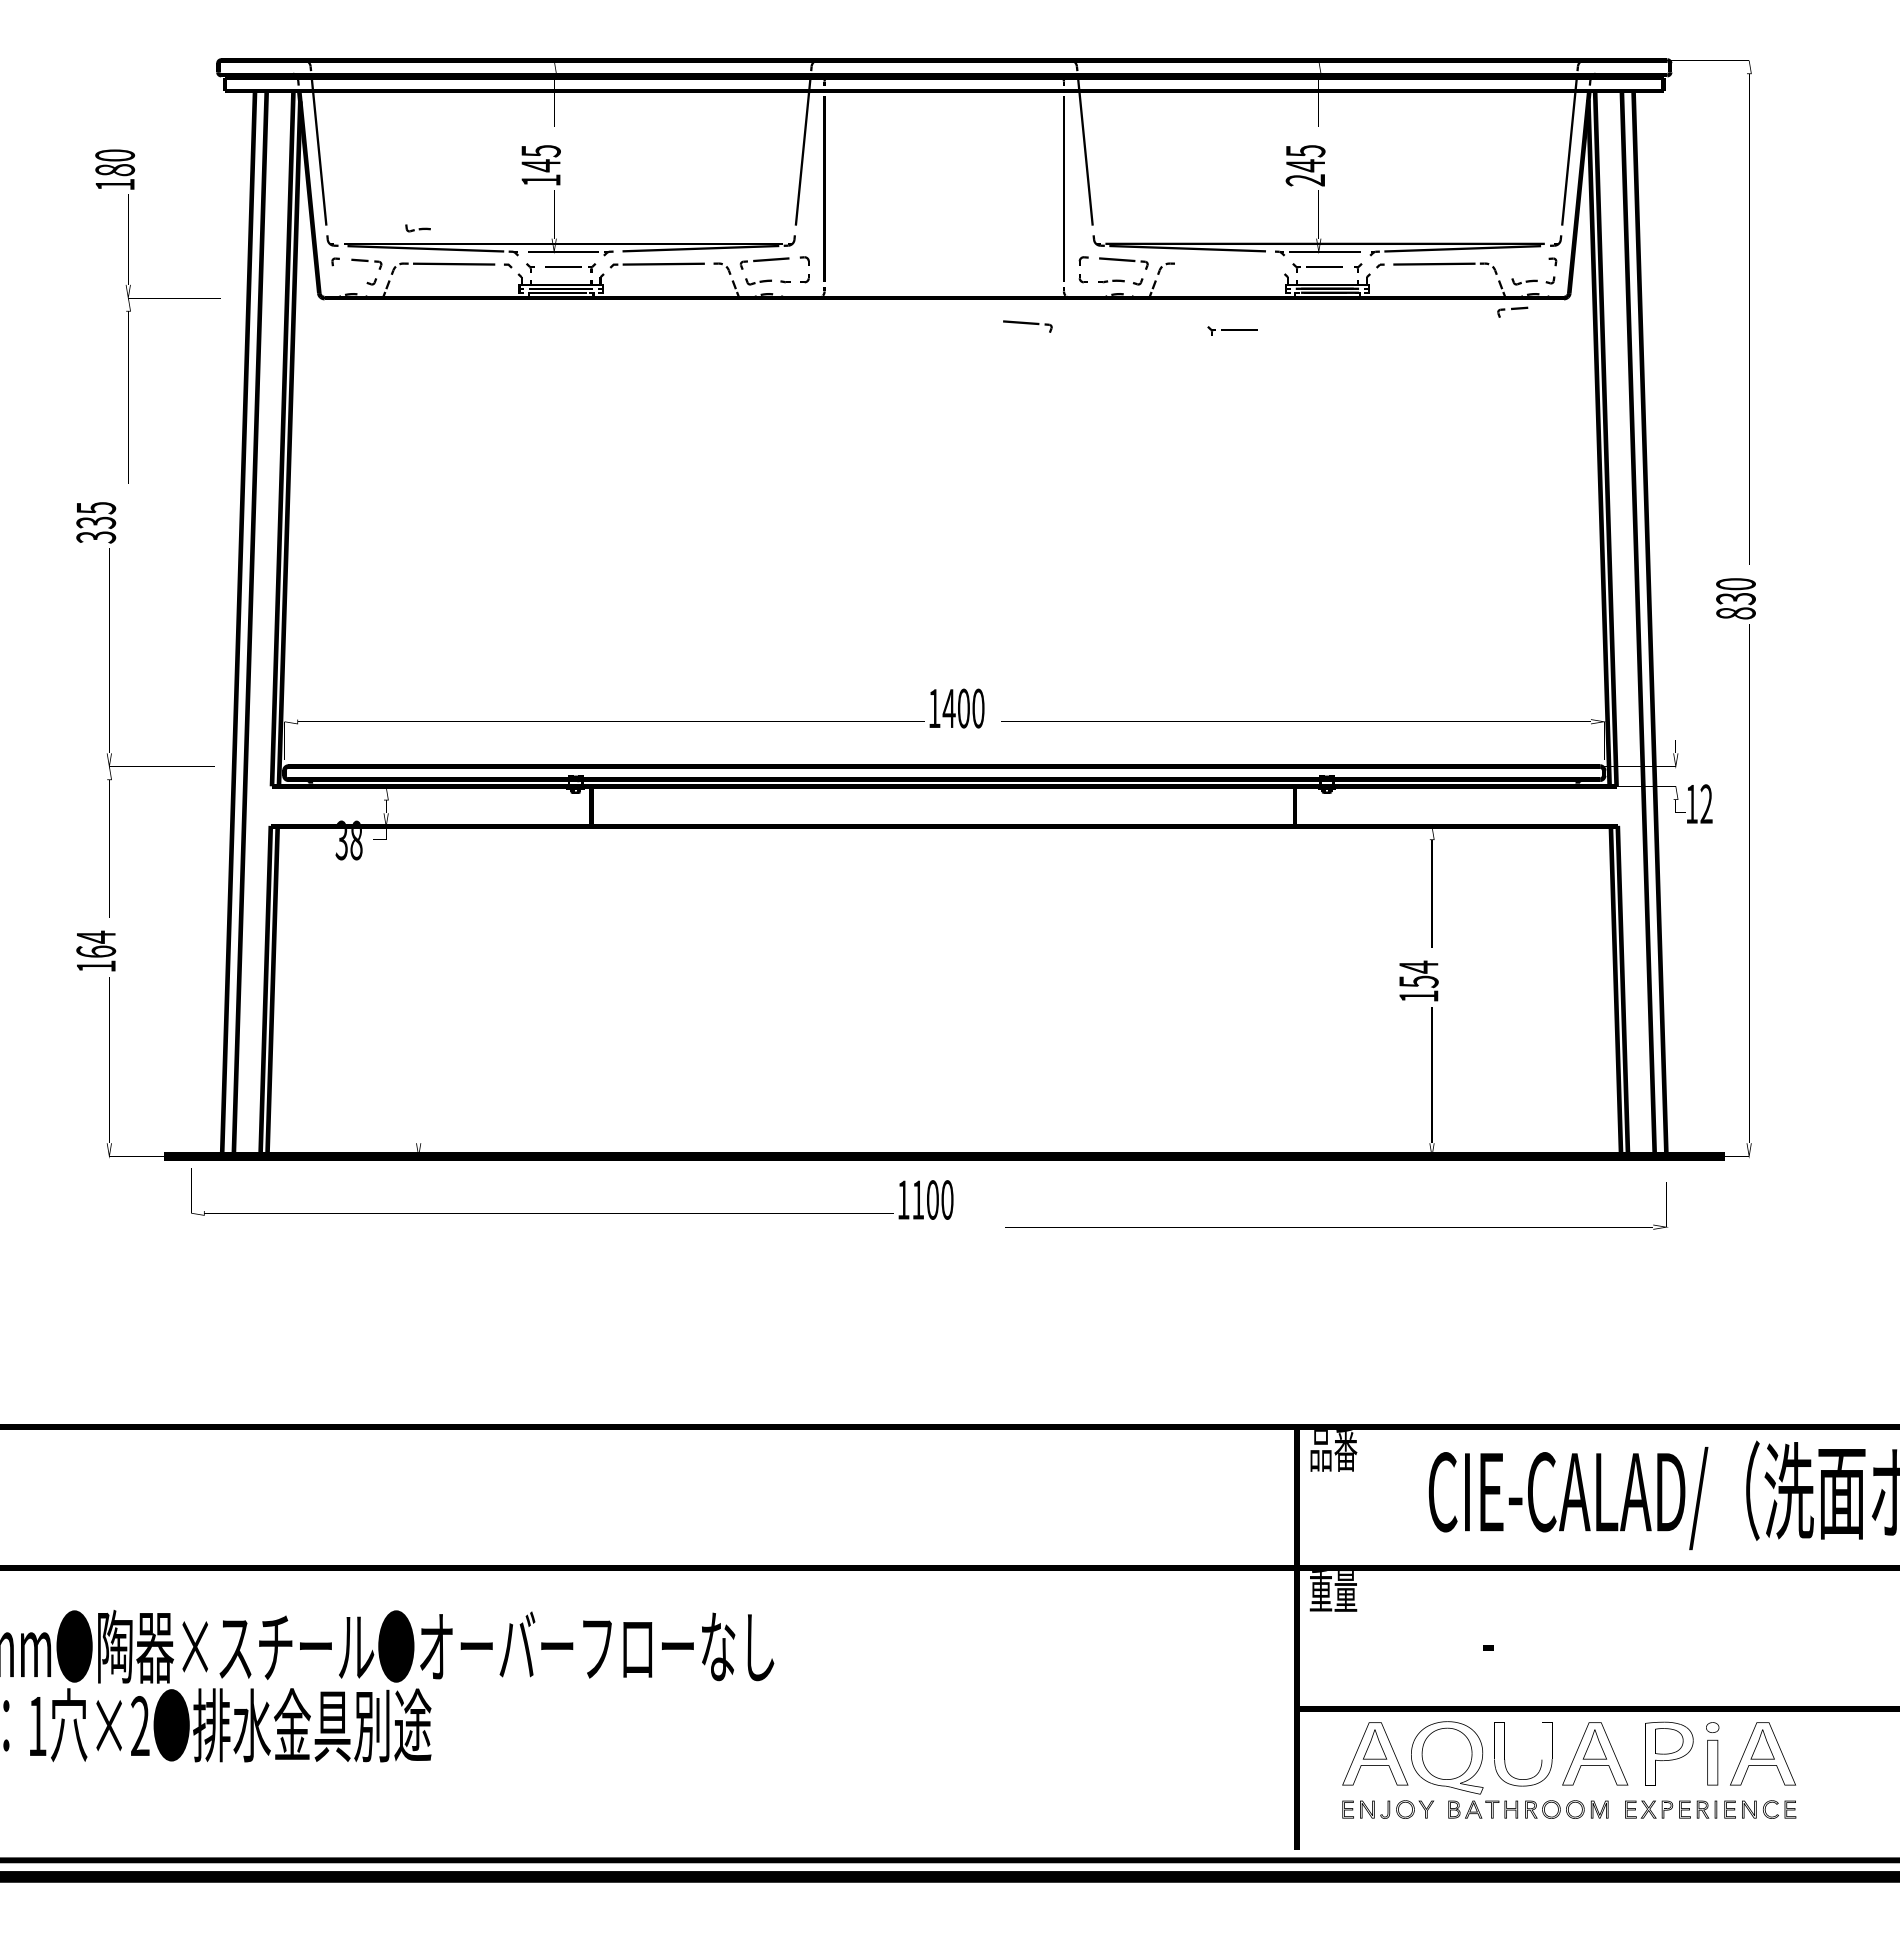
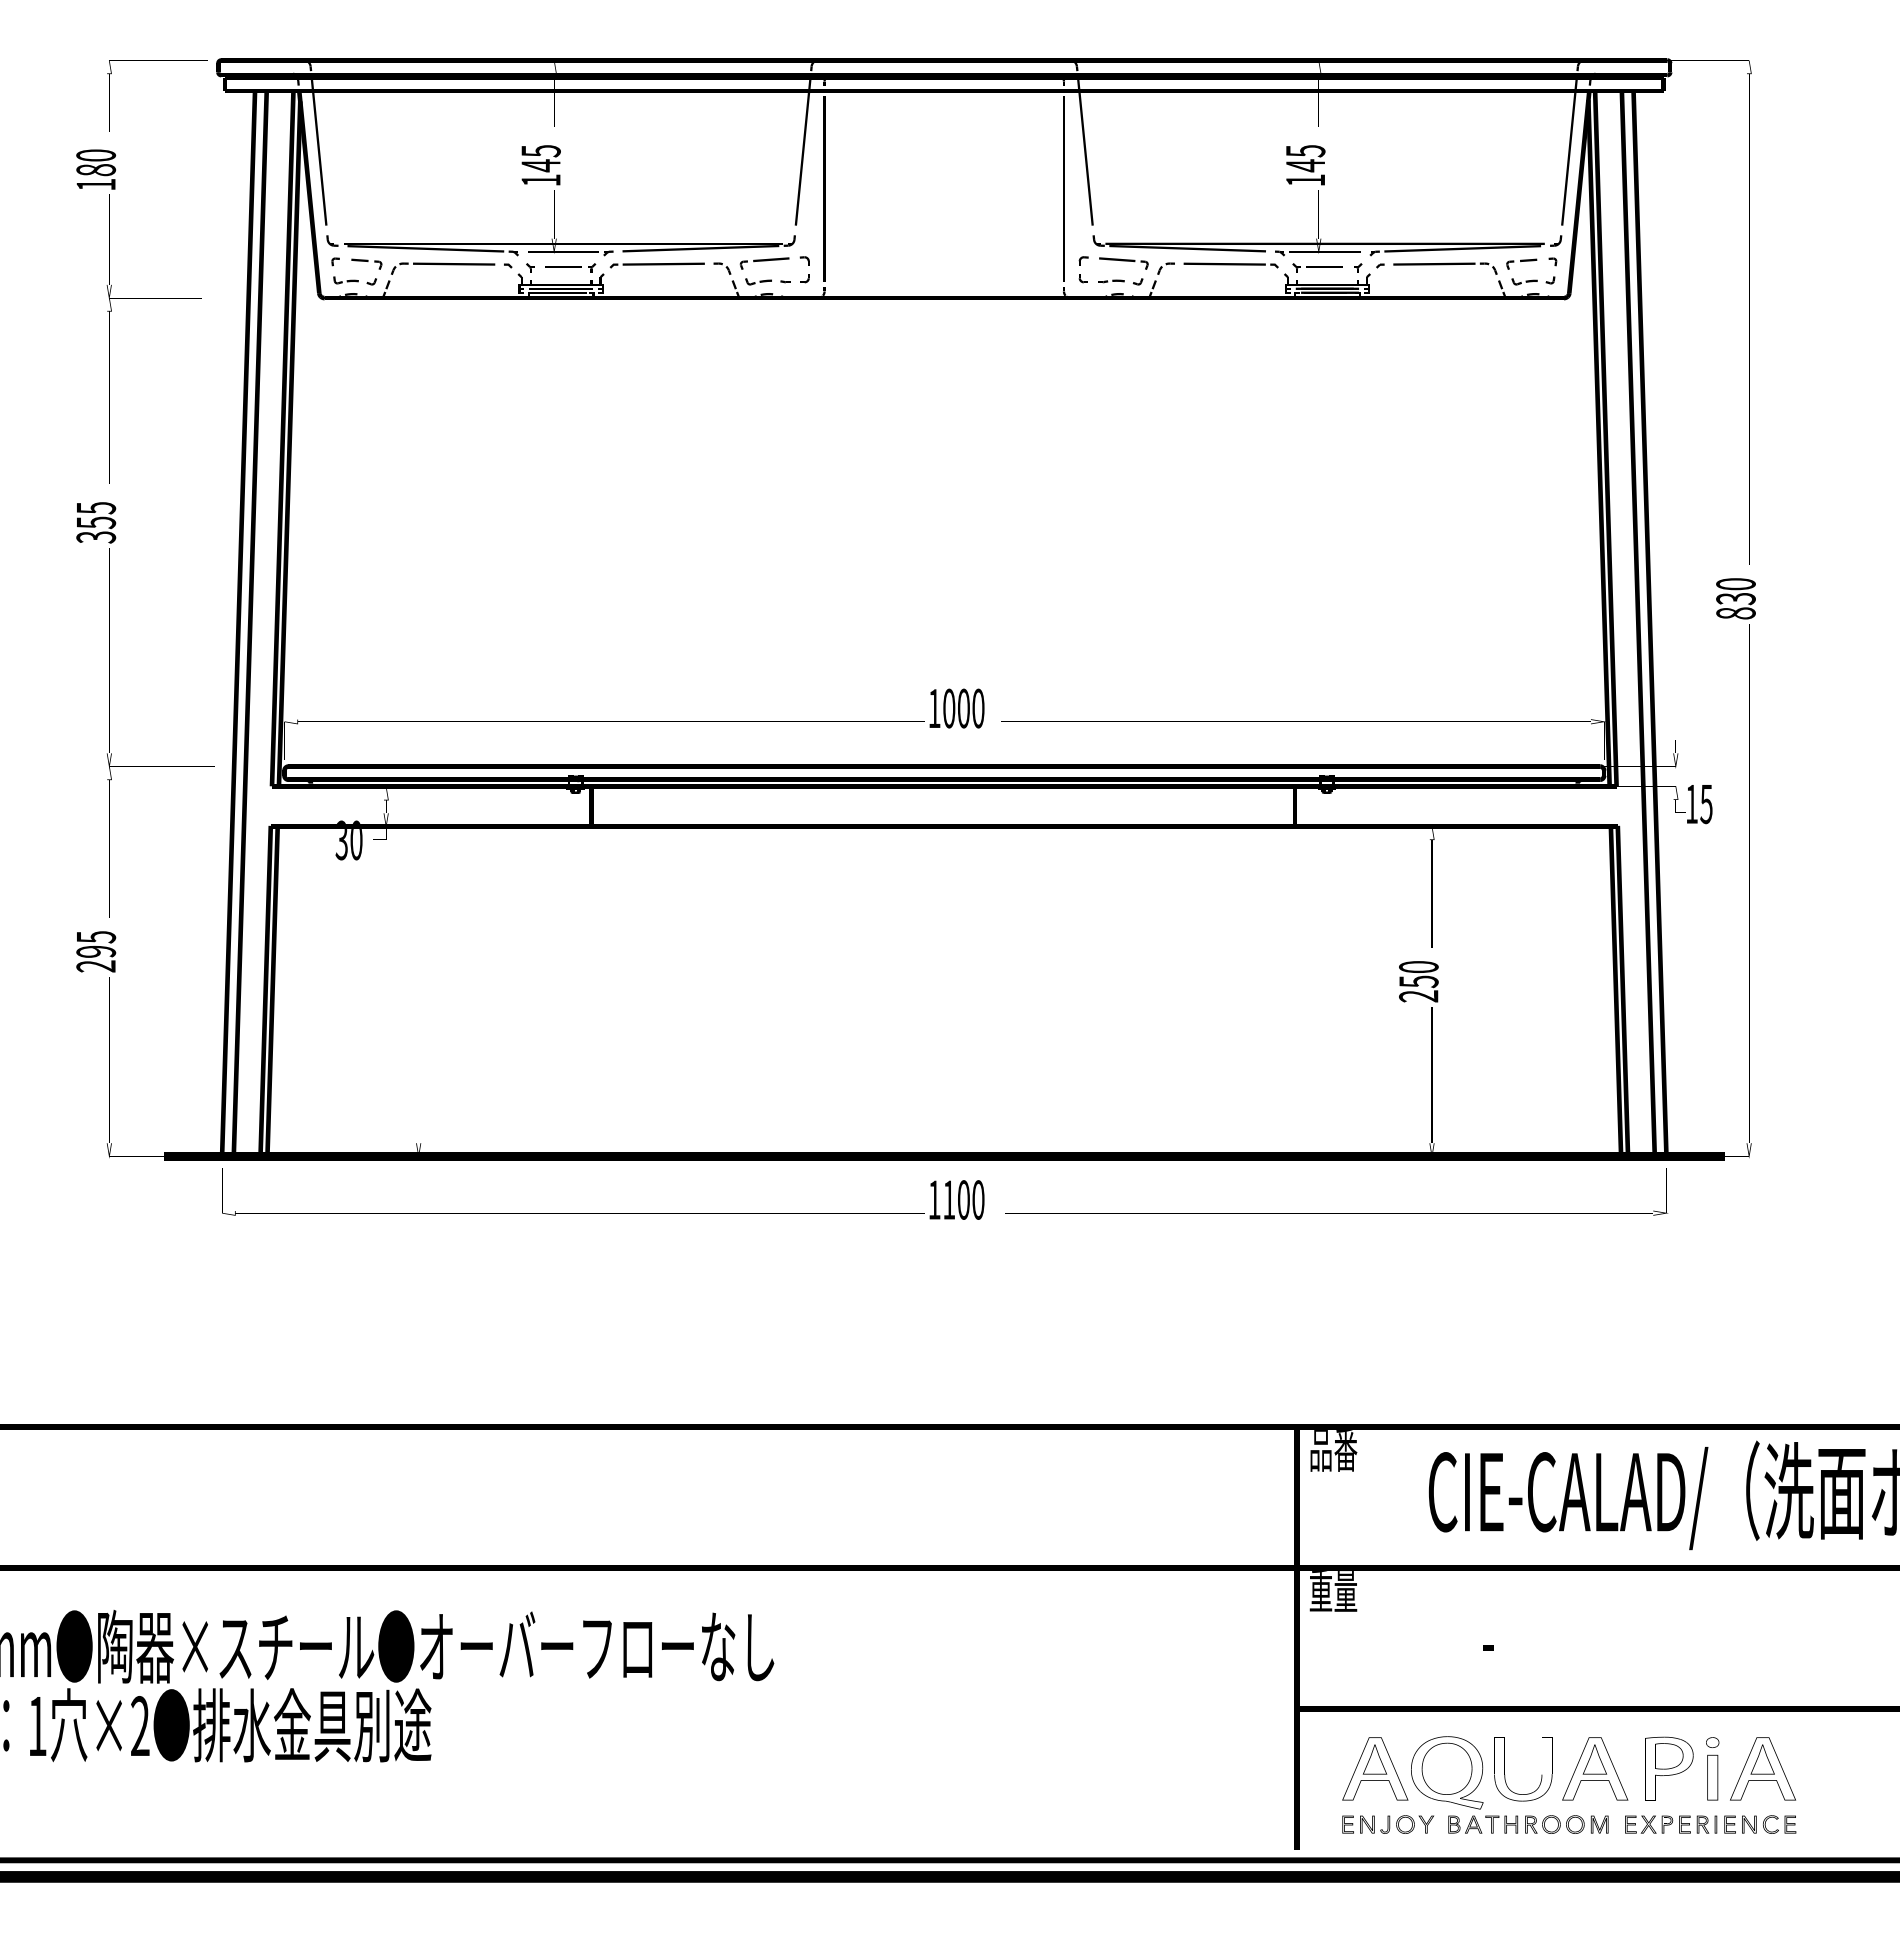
part at (157, 60): none -> present
text at (1304, 180): 245 -> 145
part at (417, 228) position: (417, 228) -> (345, 280)
part at (1230, 265): none -> present
part at (1512, 311) position: (1512, 311) -> (1521, 263)
text at (157, 316) position: (157, 316) -> (138, 316)
part at (1027, 326): present -> none
part at (1232, 330): present -> none
text at (95, 522): 335 -> 355
text at (948, 708): 1400 -> 1000
text at (1706, 804): 12 -> 15
text at (356, 839): 38 -> 30
text at (96, 951): 164 -> 295
text at (1418, 981): 154 -> 250
text at (572, 1193) position: (572, 1193) -> (603, 1193)
part at (1336, 1227) position: (1336, 1227) -> (1336, 1213)
part at (1569, 1769) position: (1569, 1769) -> (1569, 1784)
